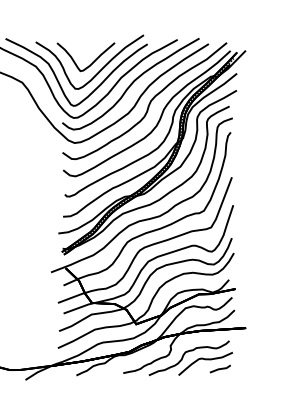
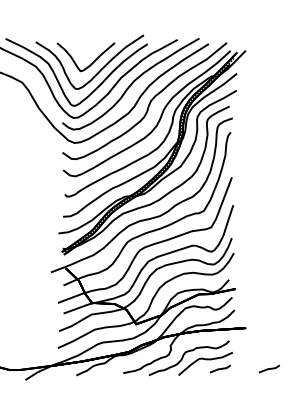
line at (268, 368): none -> present
